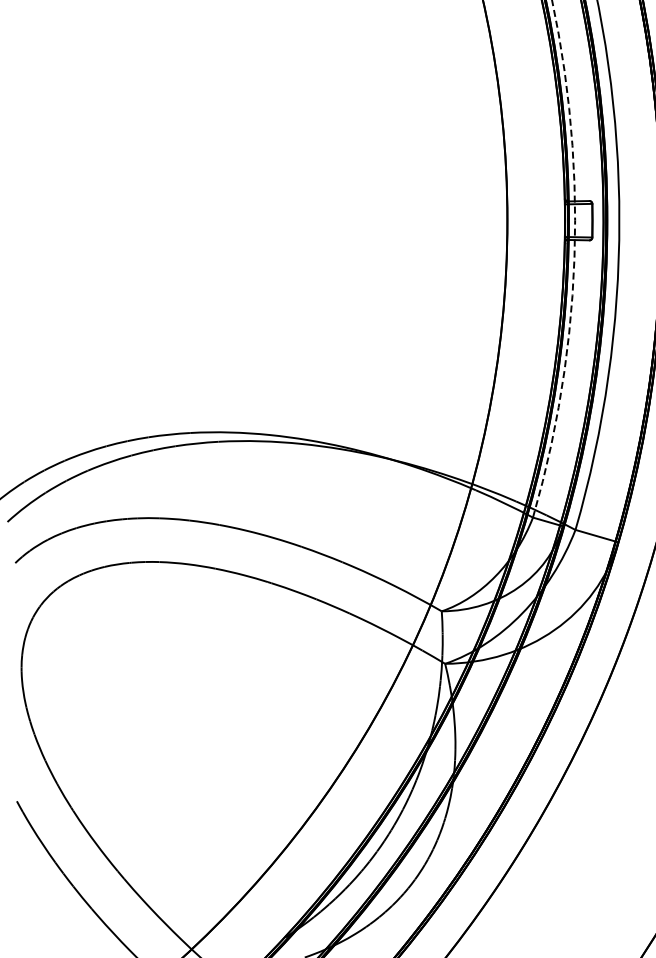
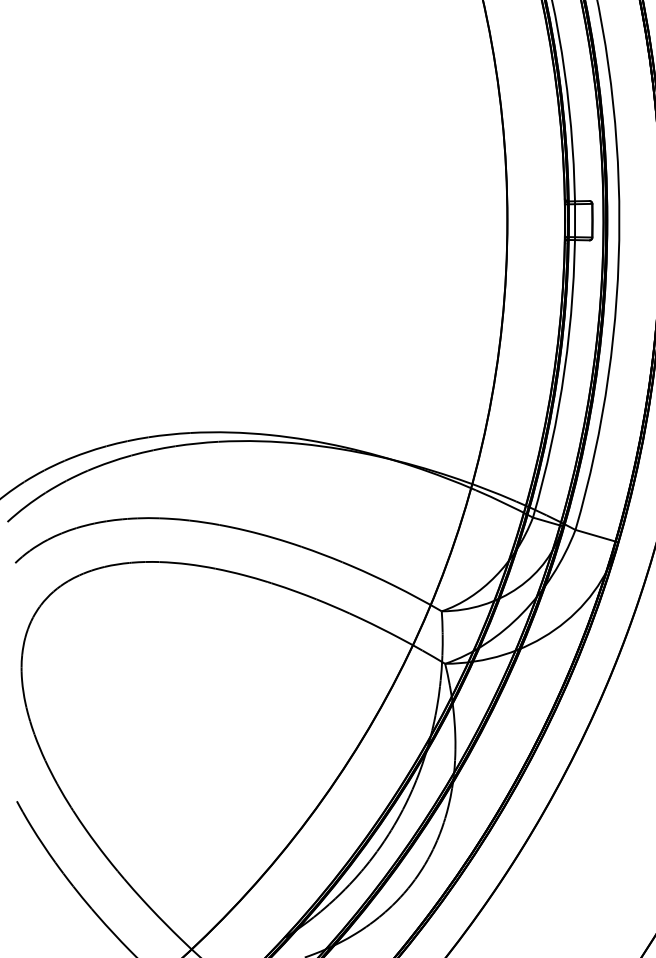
arc at (574, 259): dashed -> solid
